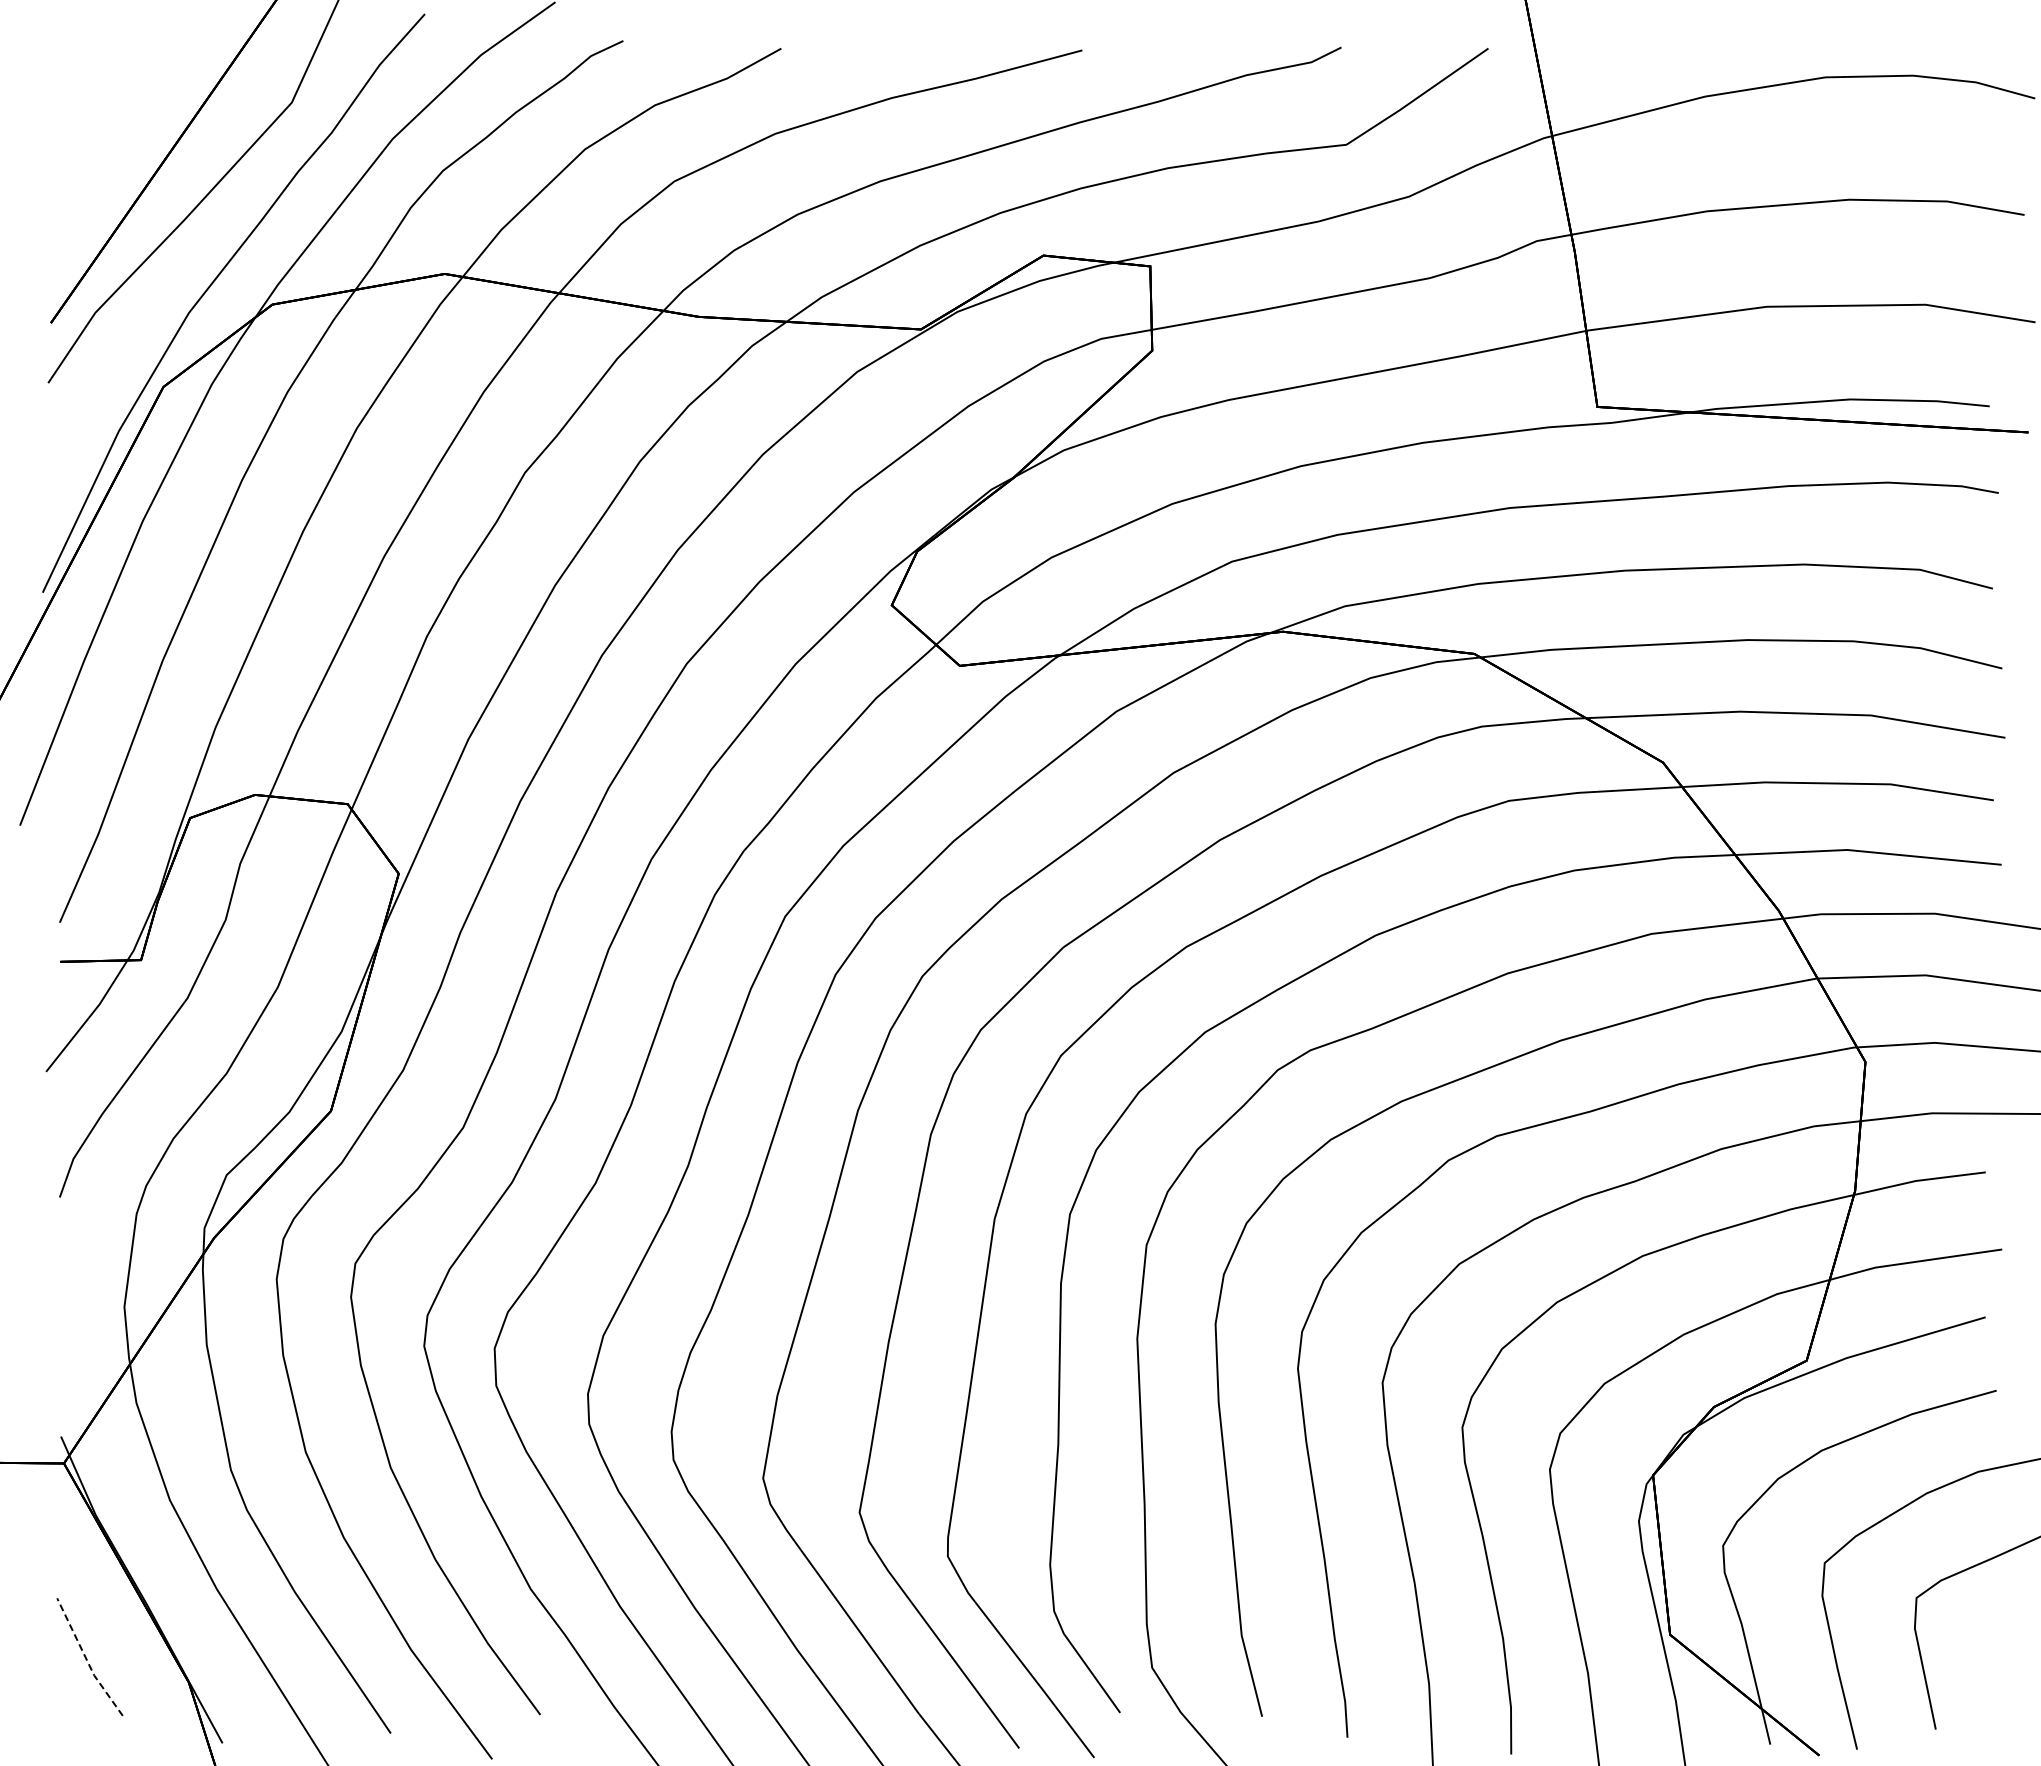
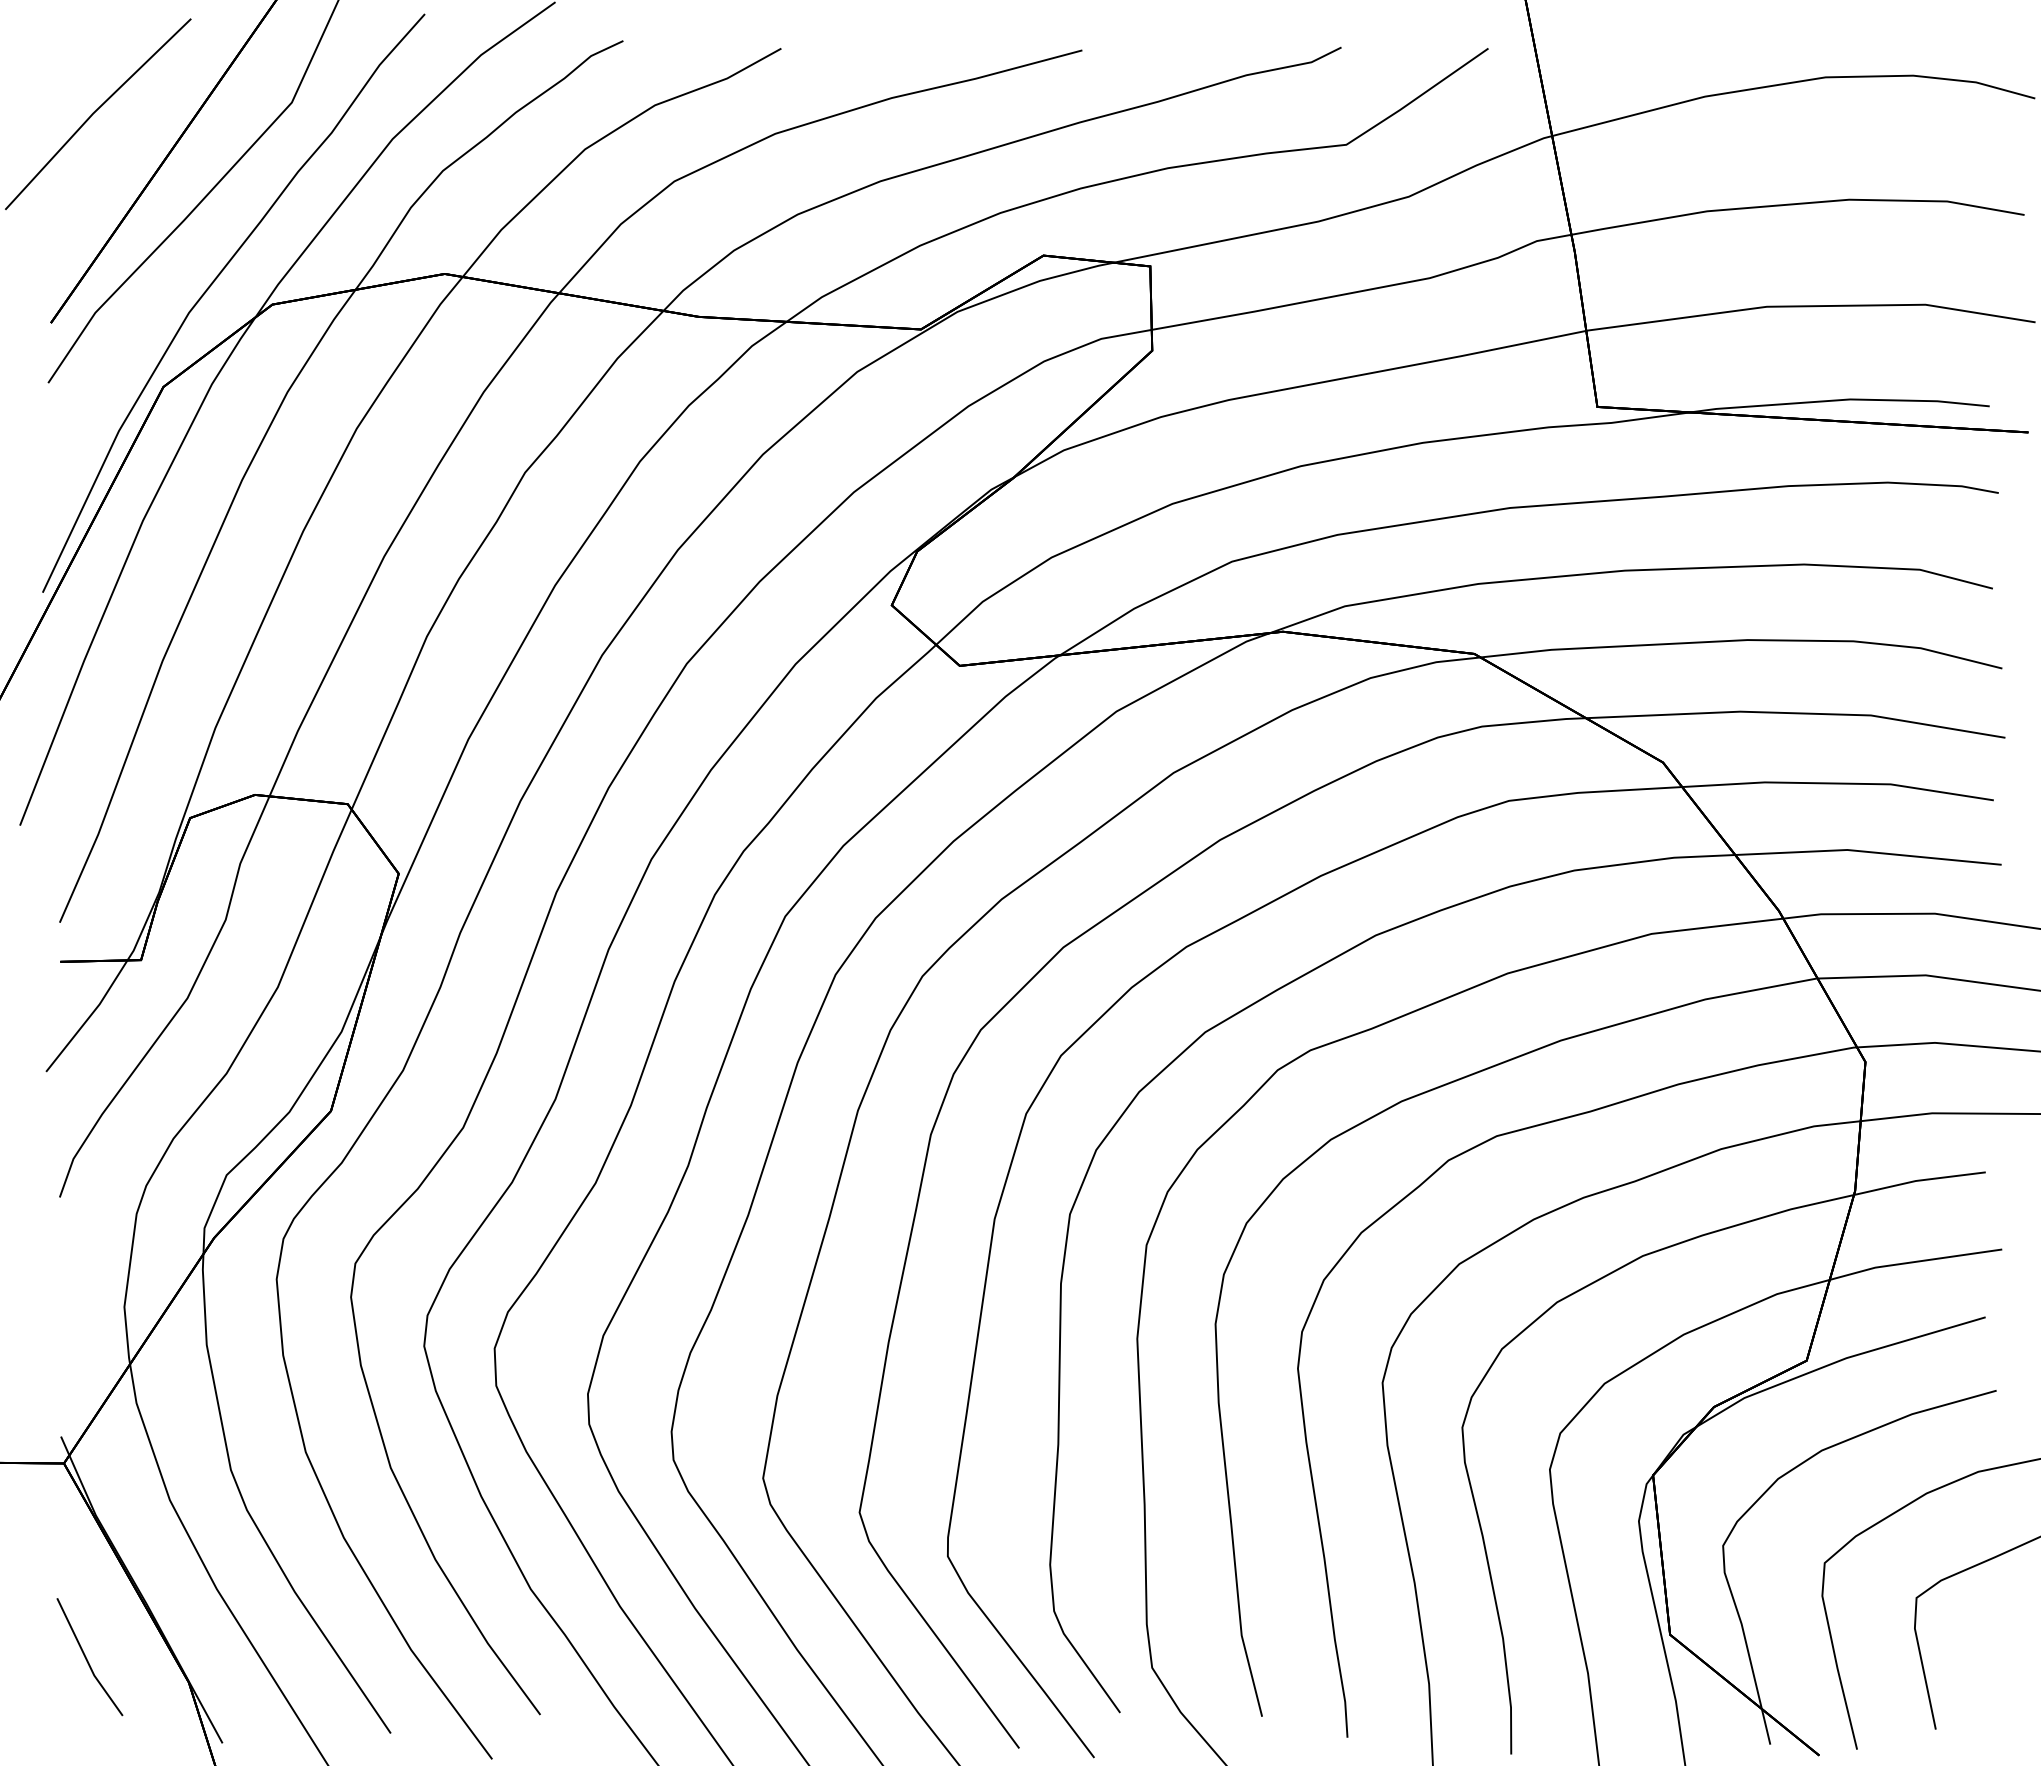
line at (96, 111): none -> present
line at (86, 1659): dashed -> solid
